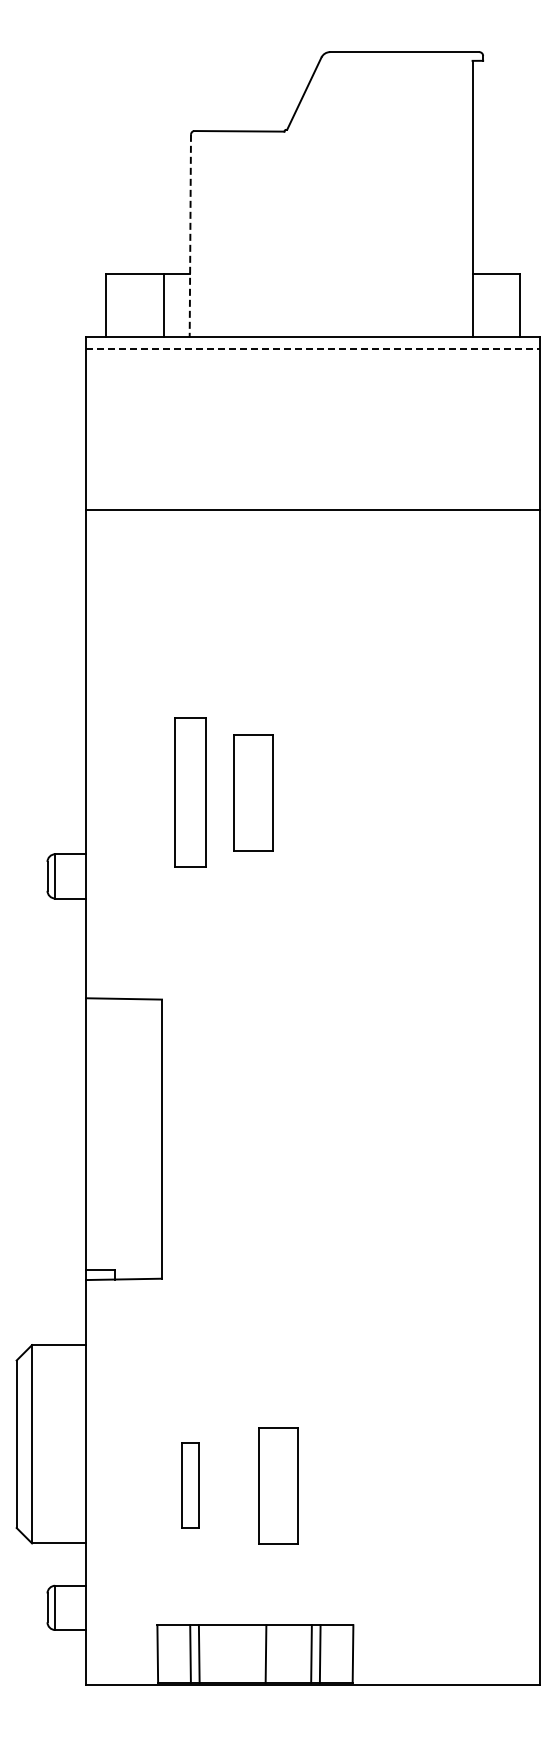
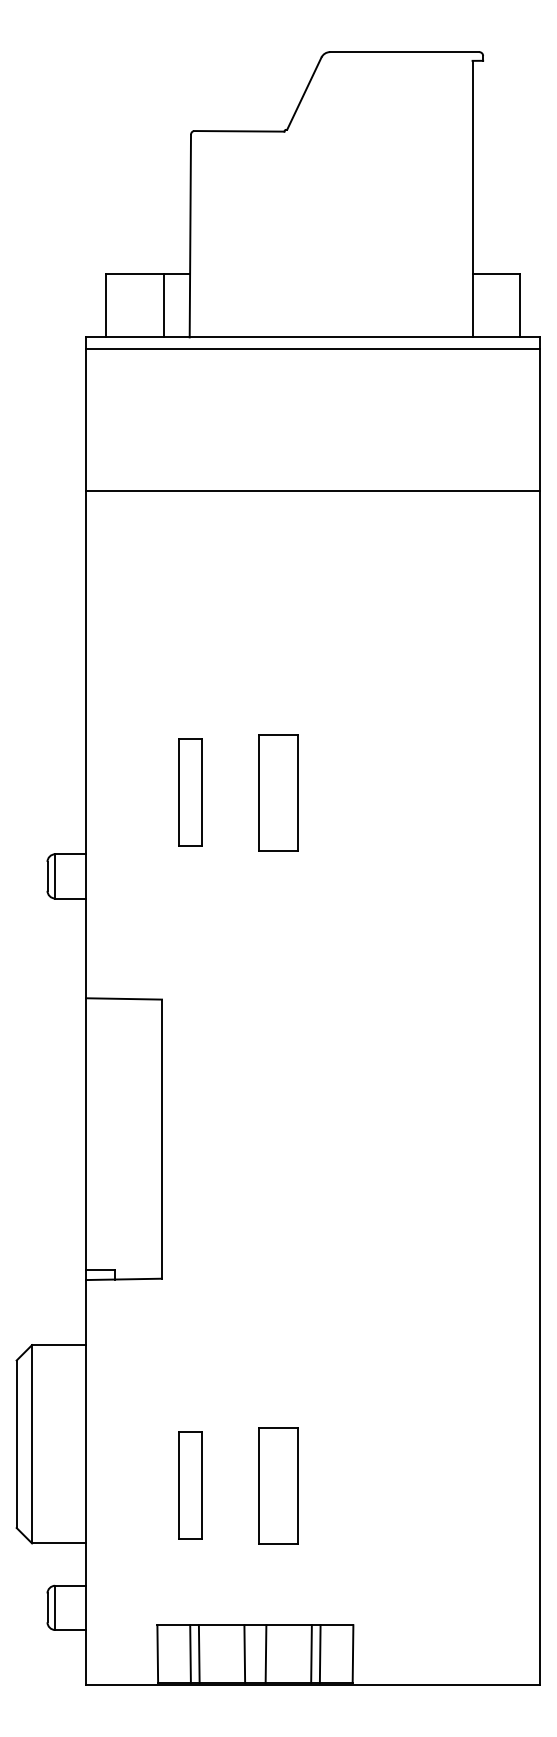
line at (190, 236): dashed -> solid
line at (313, 348): dashed -> solid
line at (313, 510) position: (313, 510) -> (313, 491)
part at (190, 792) size: 33x151 px -> 25x109 px
part at (253, 792) position: (253, 792) -> (278, 792)
part at (190, 1485) size: 19x87 px -> 25x109 px
line at (244, 1653): none -> present
